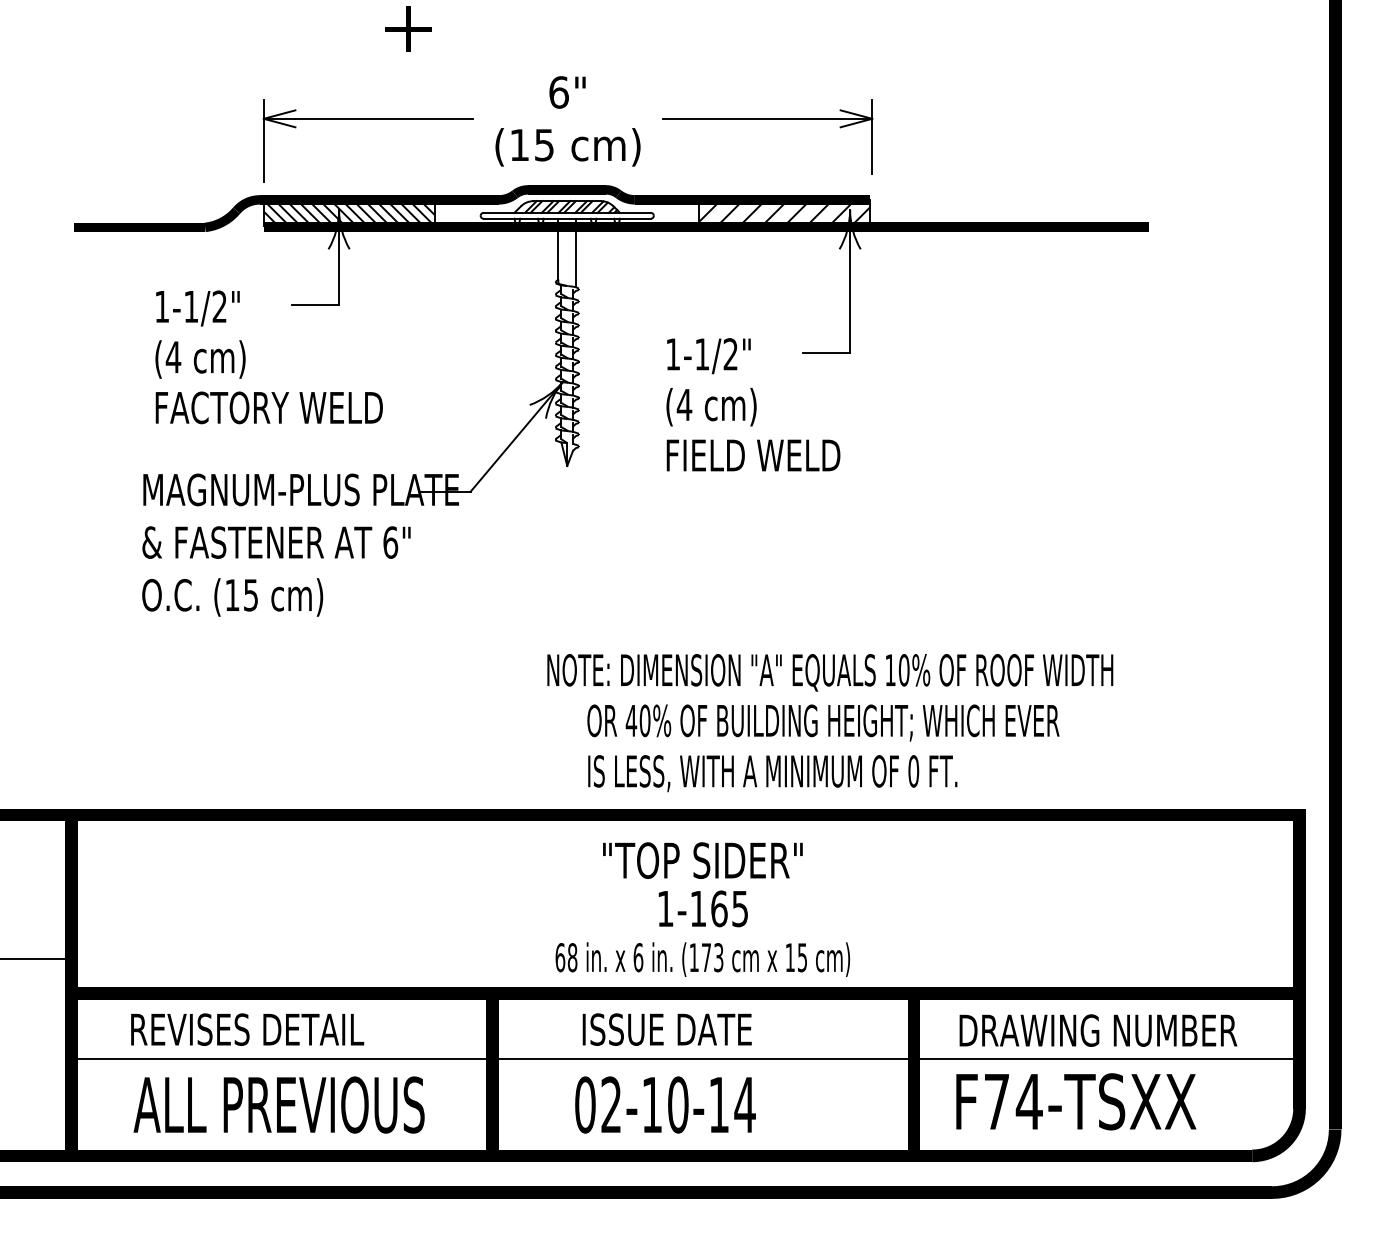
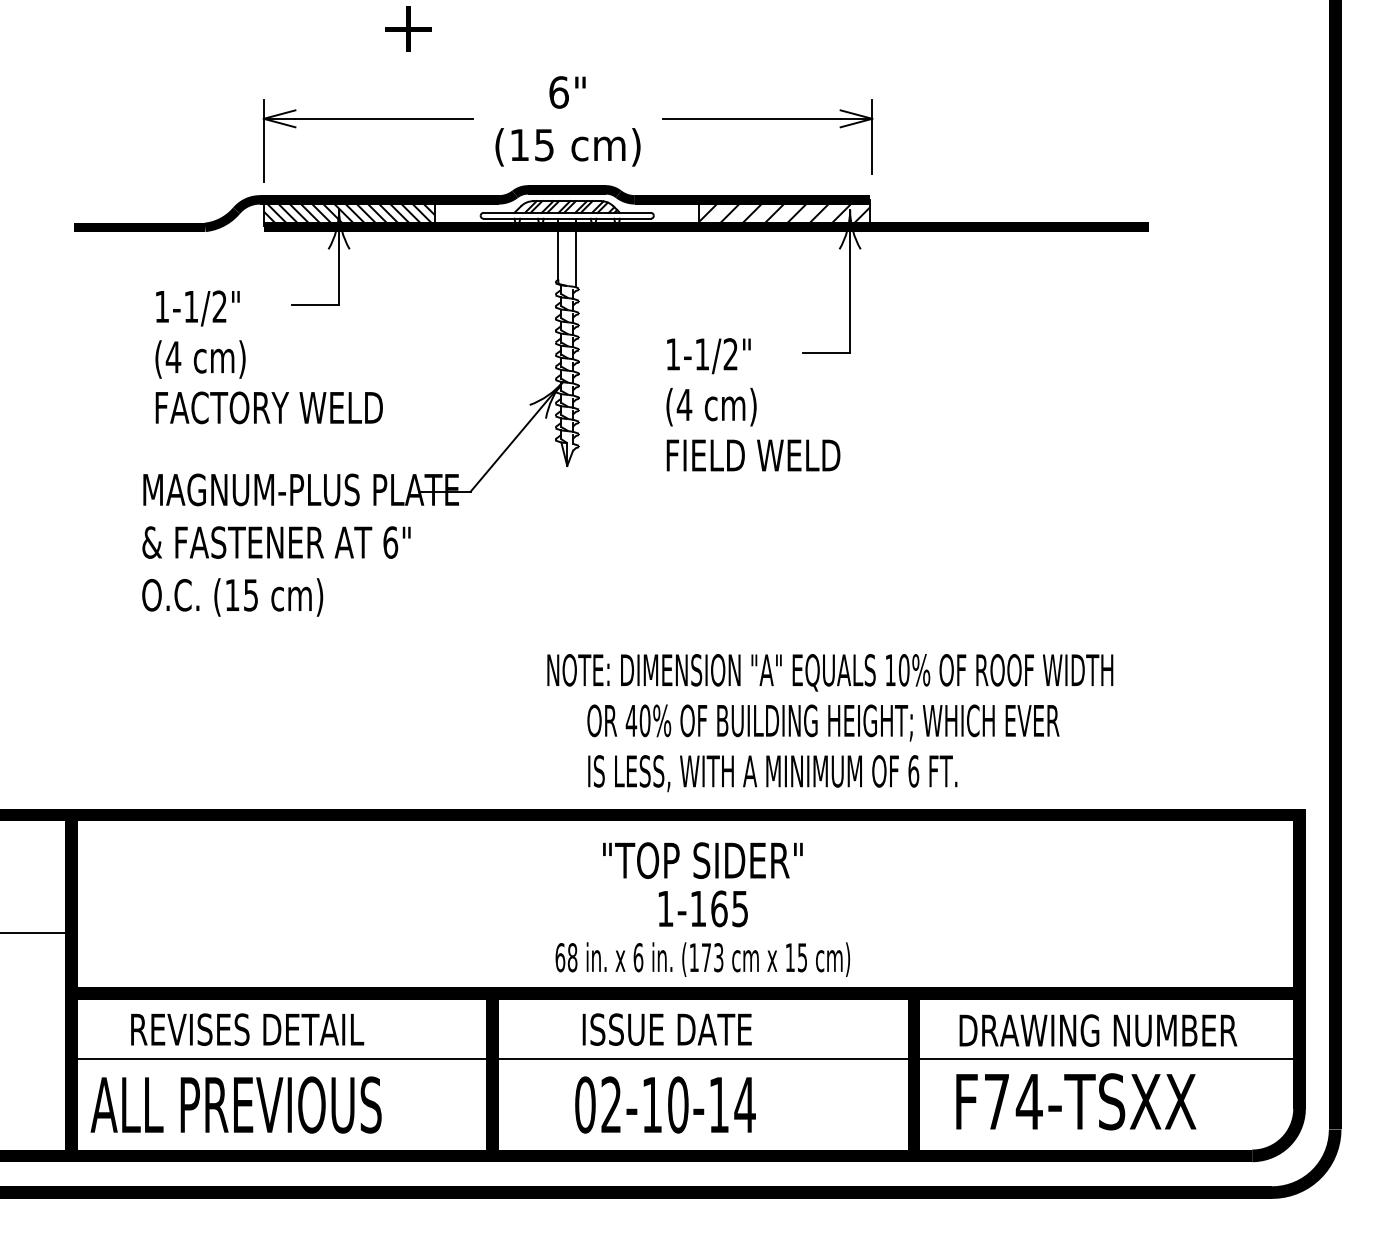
text at (913, 771): 0 -> 6
line at (36, 959) position: (36, 959) -> (36, 933)
text at (278, 1104) position: (278, 1104) -> (235, 1104)
